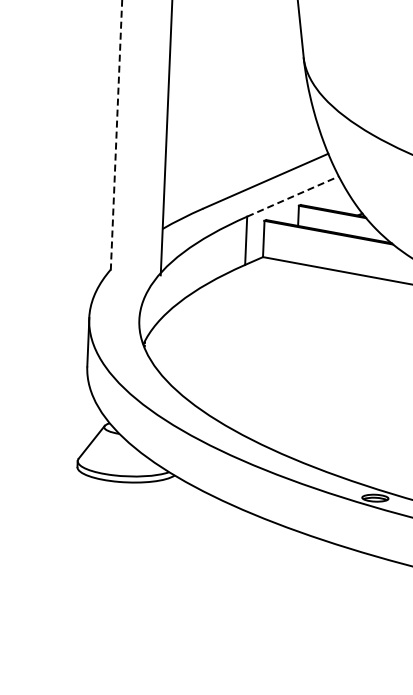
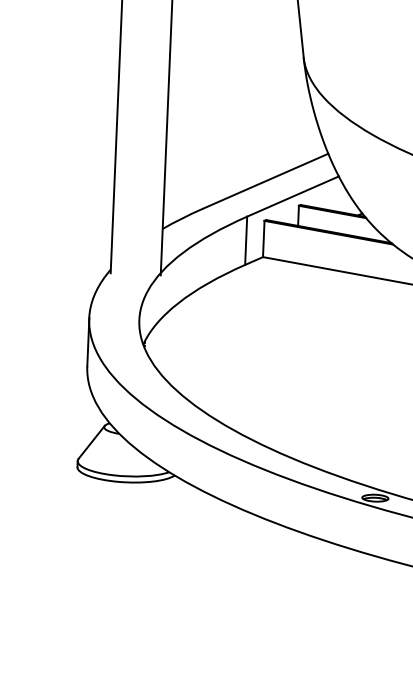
line at (116, 137): dashed -> solid
line at (293, 196): dashed -> solid
